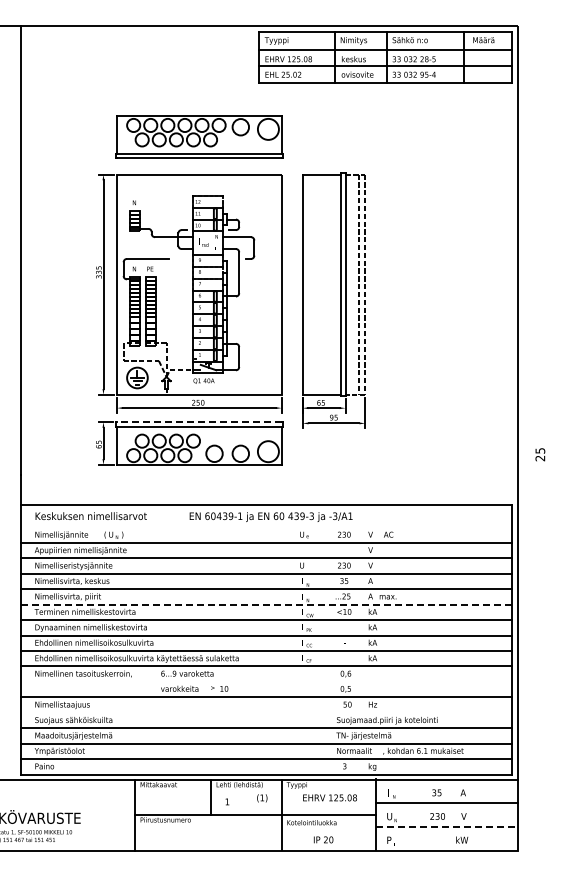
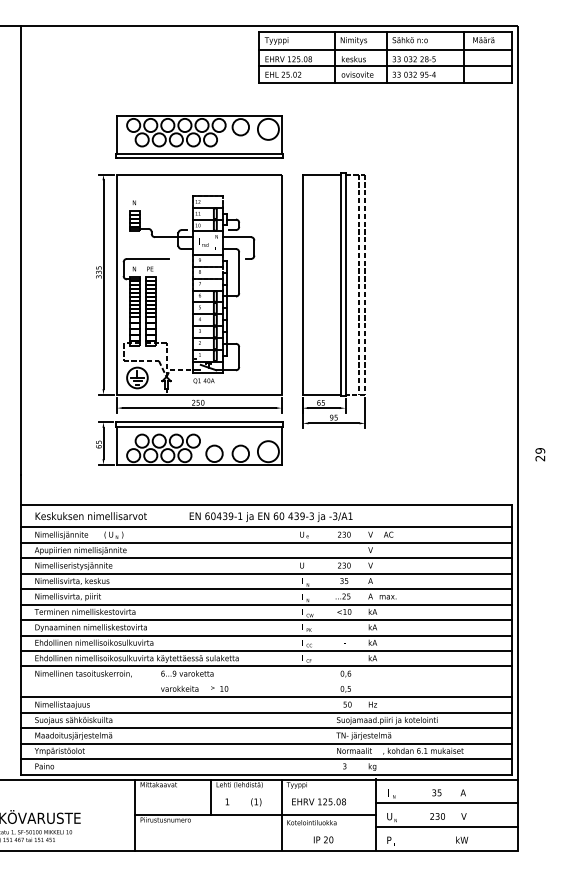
line at (198, 422): dashed -> solid
text at (539, 450): 25 -> 29
line at (266, 526): none -> present
line at (266, 604): dashed -> solid
line at (266, 712): none -> present
text at (329, 797) position: (329, 797) -> (318, 801)
text at (262, 798) position: (262, 798) -> (256, 802)
line at (446, 827): dashed -> solid
